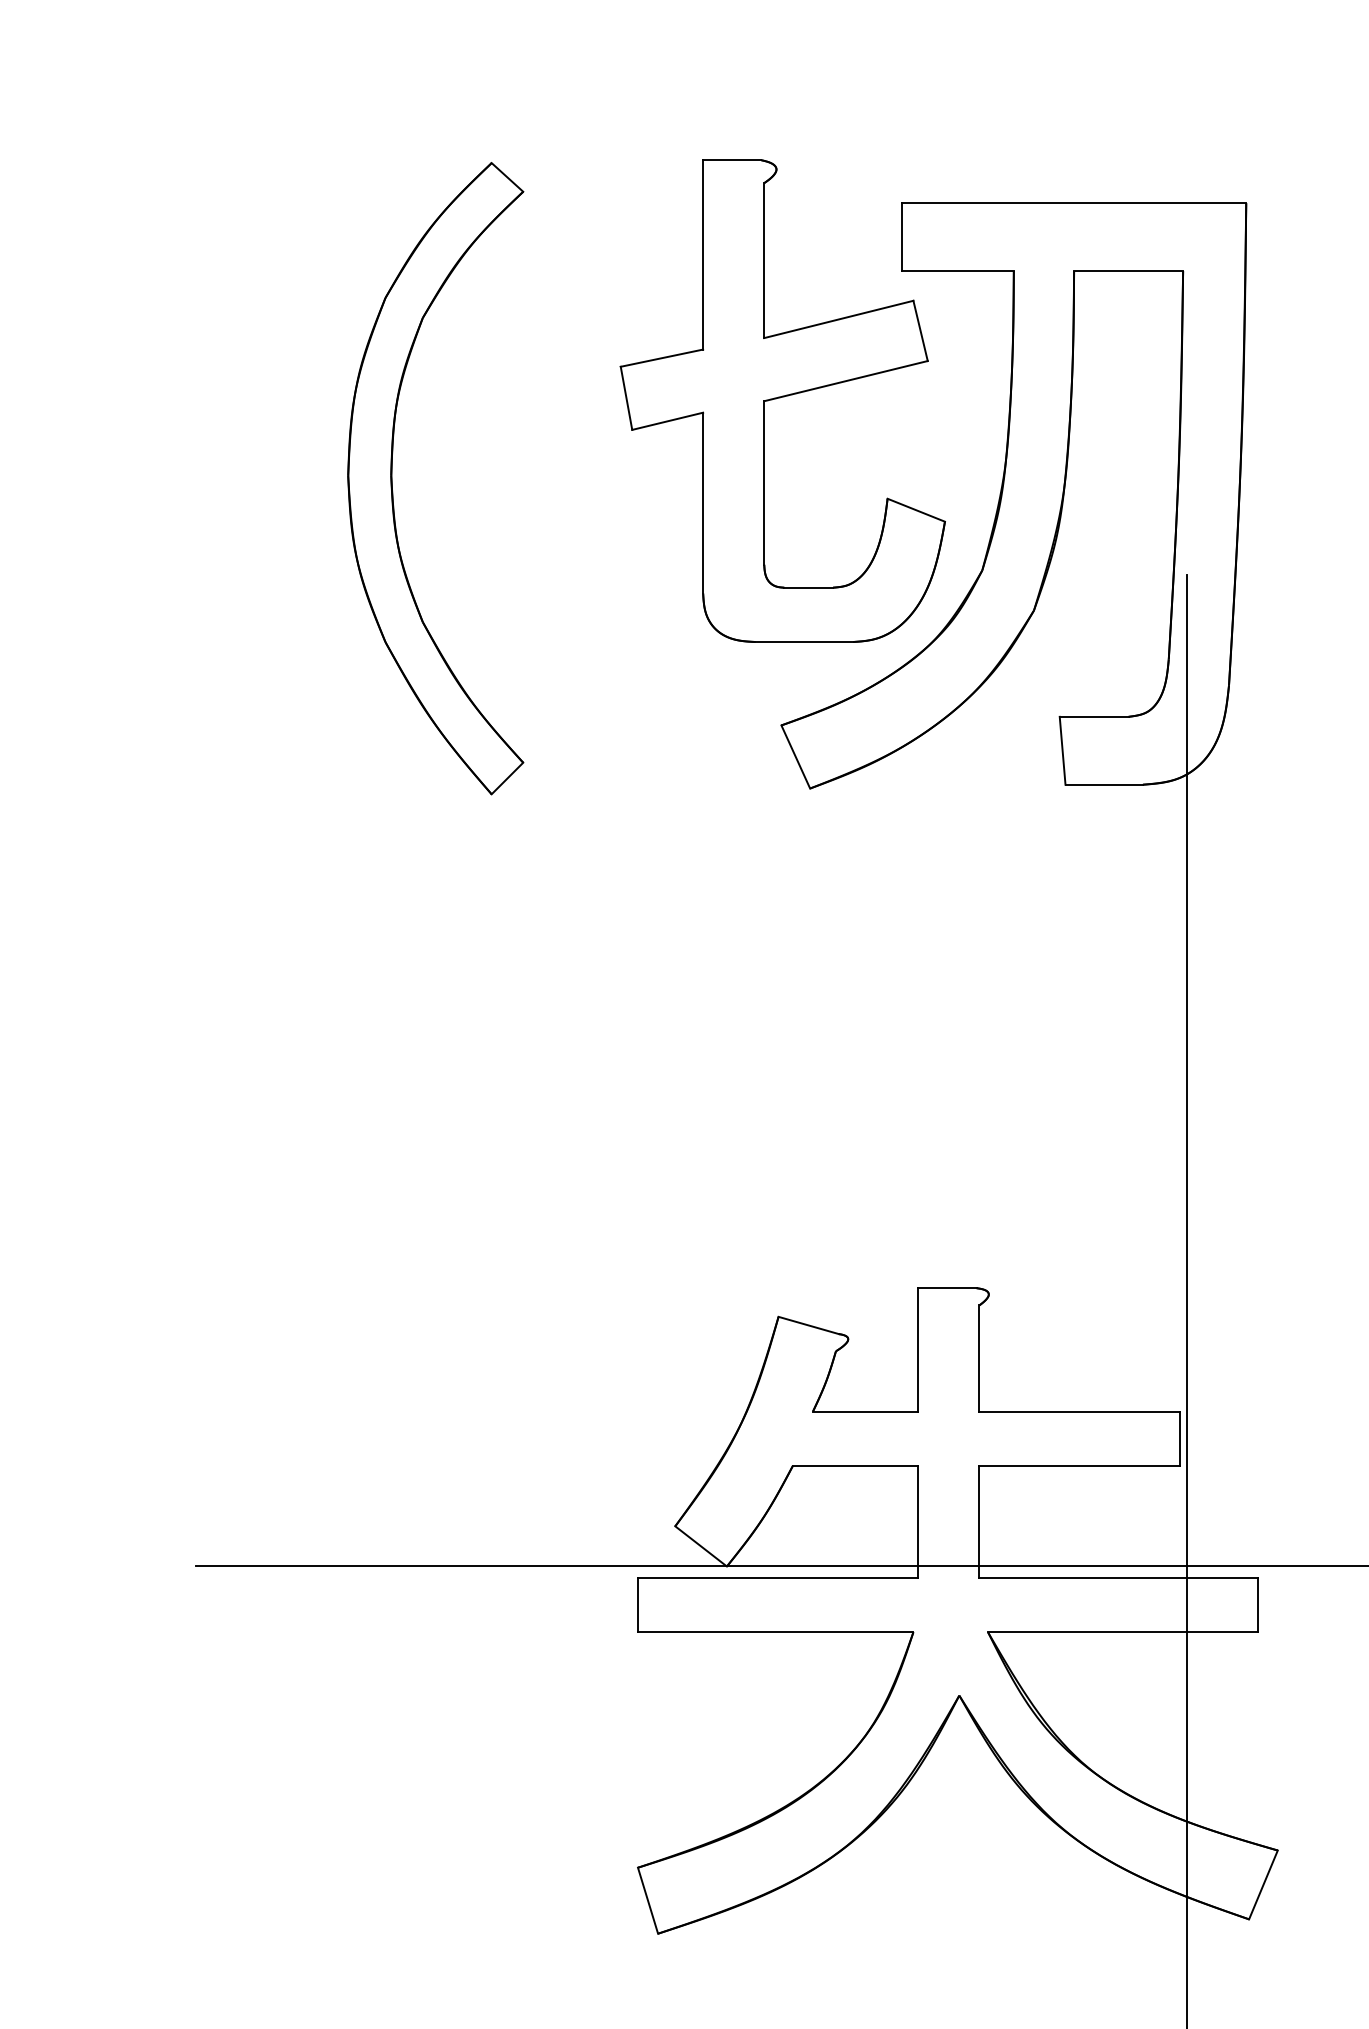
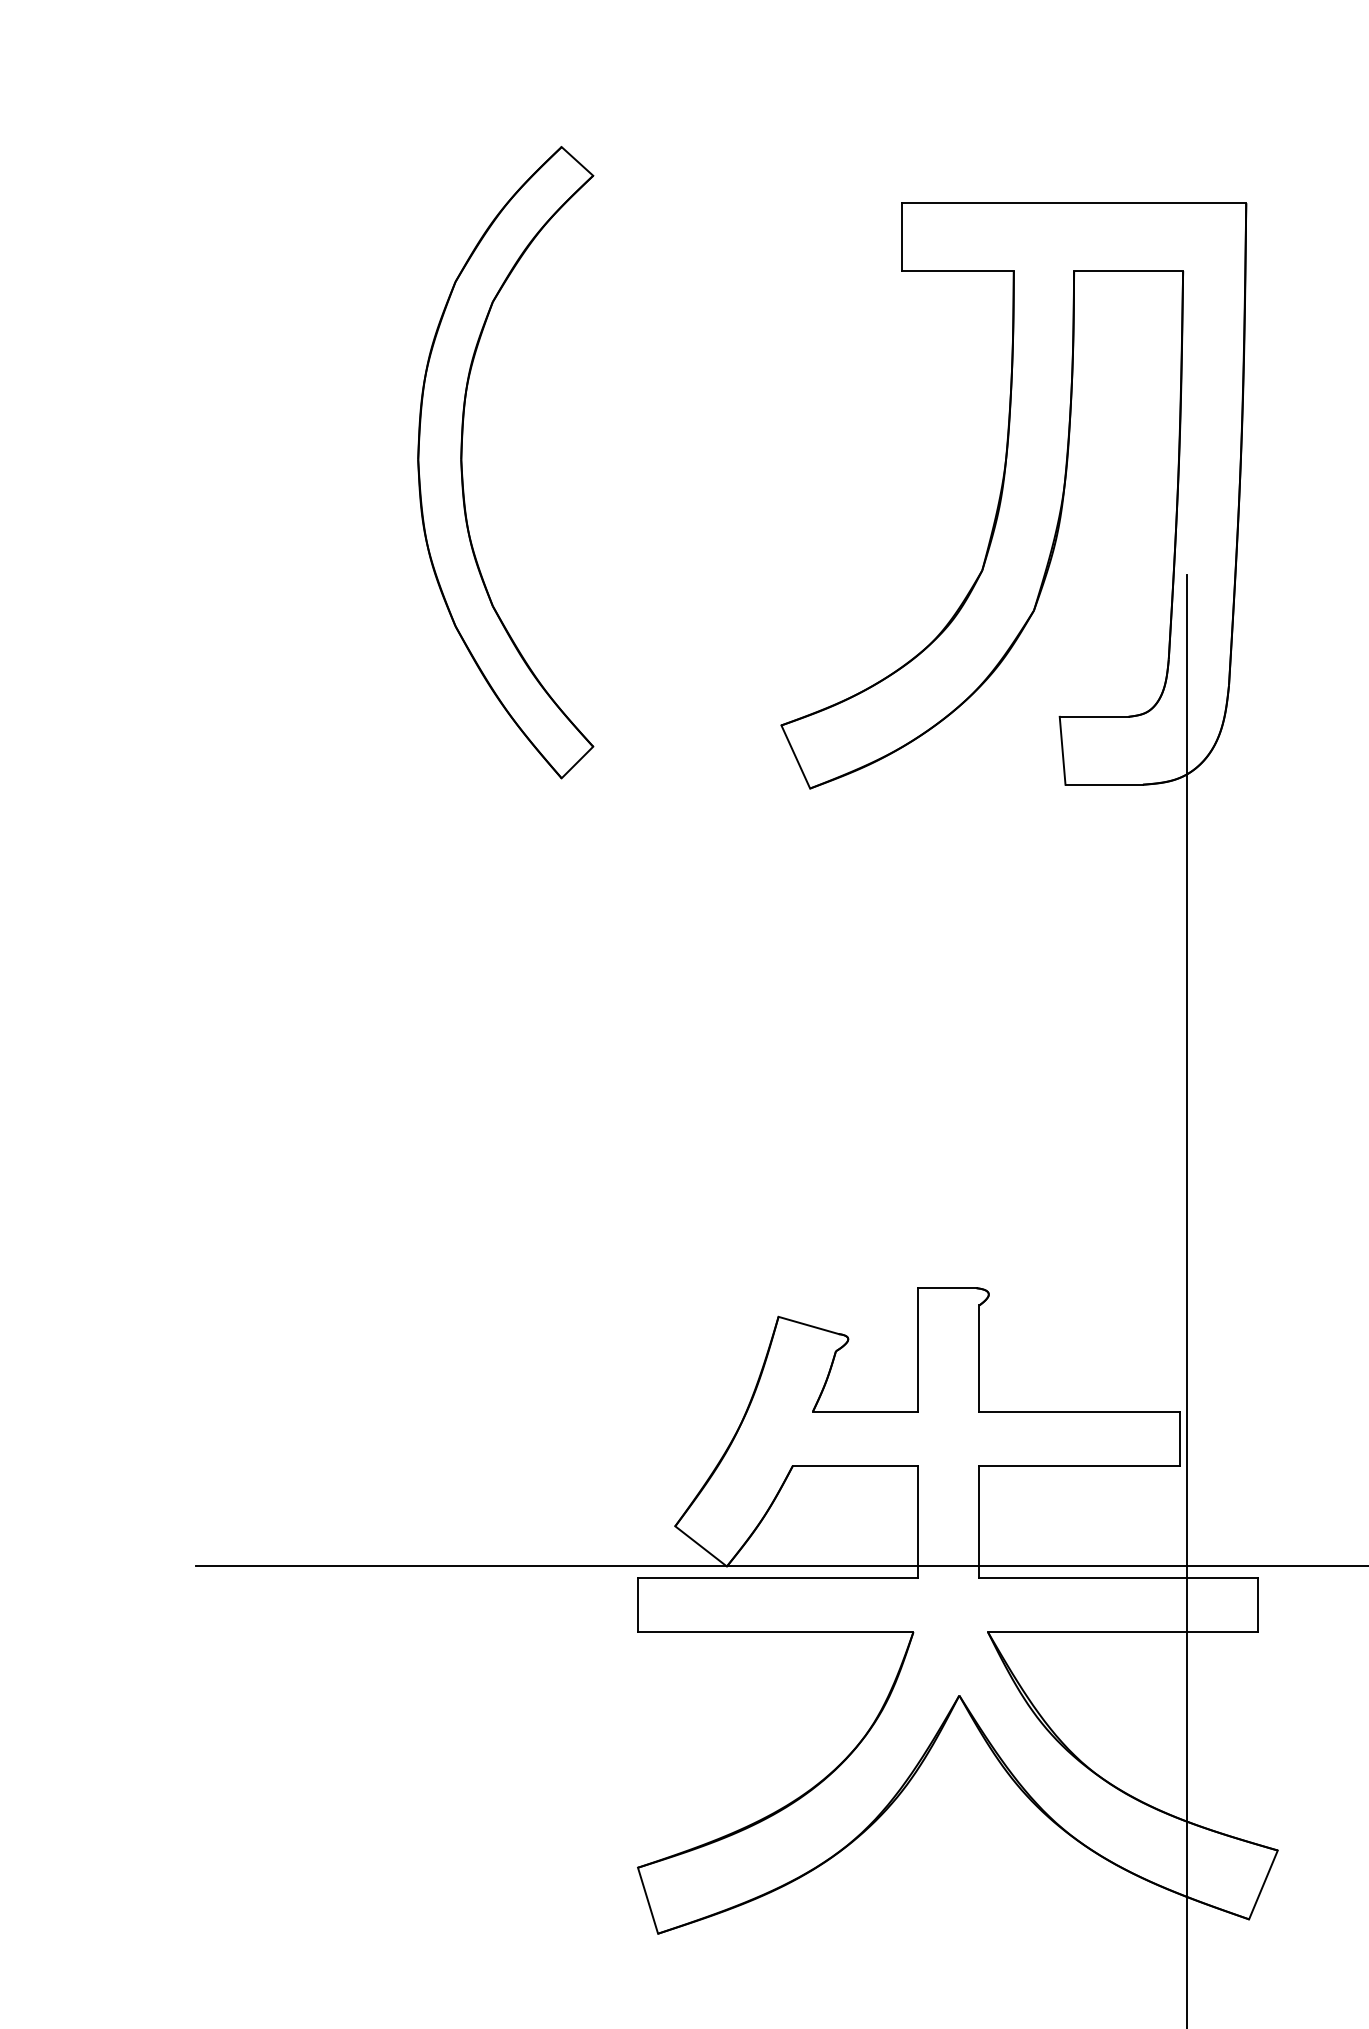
part at (782, 400): present -> none
part at (392, 478) position: (392, 478) -> (462, 462)
